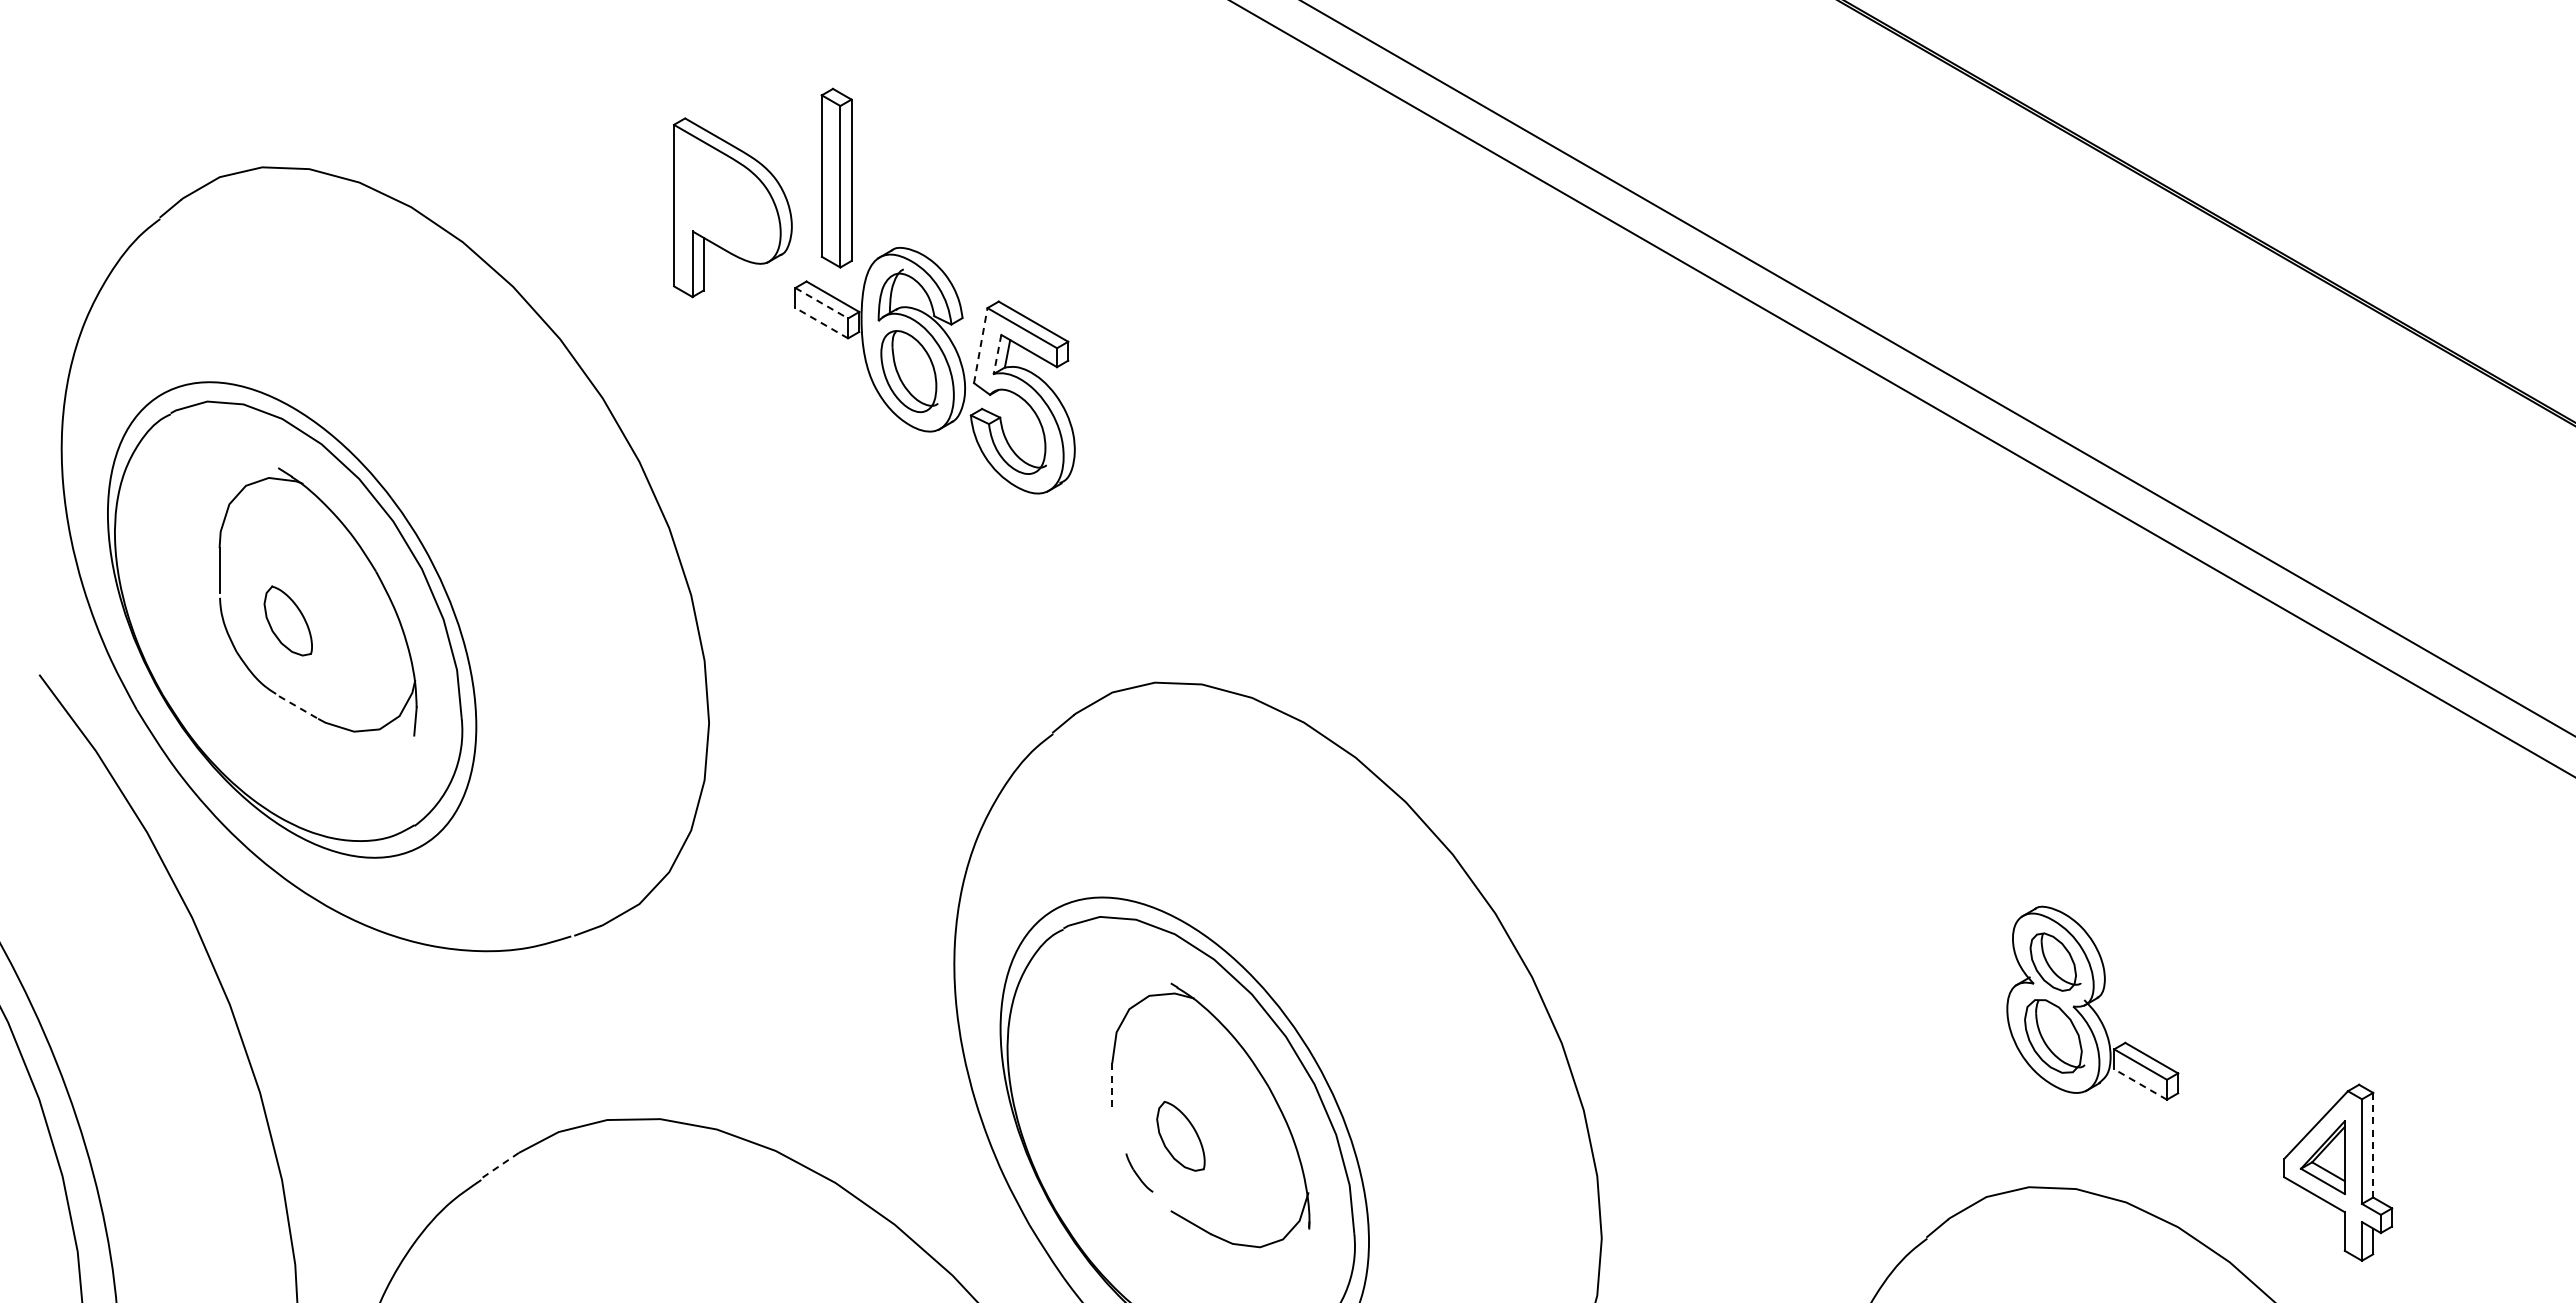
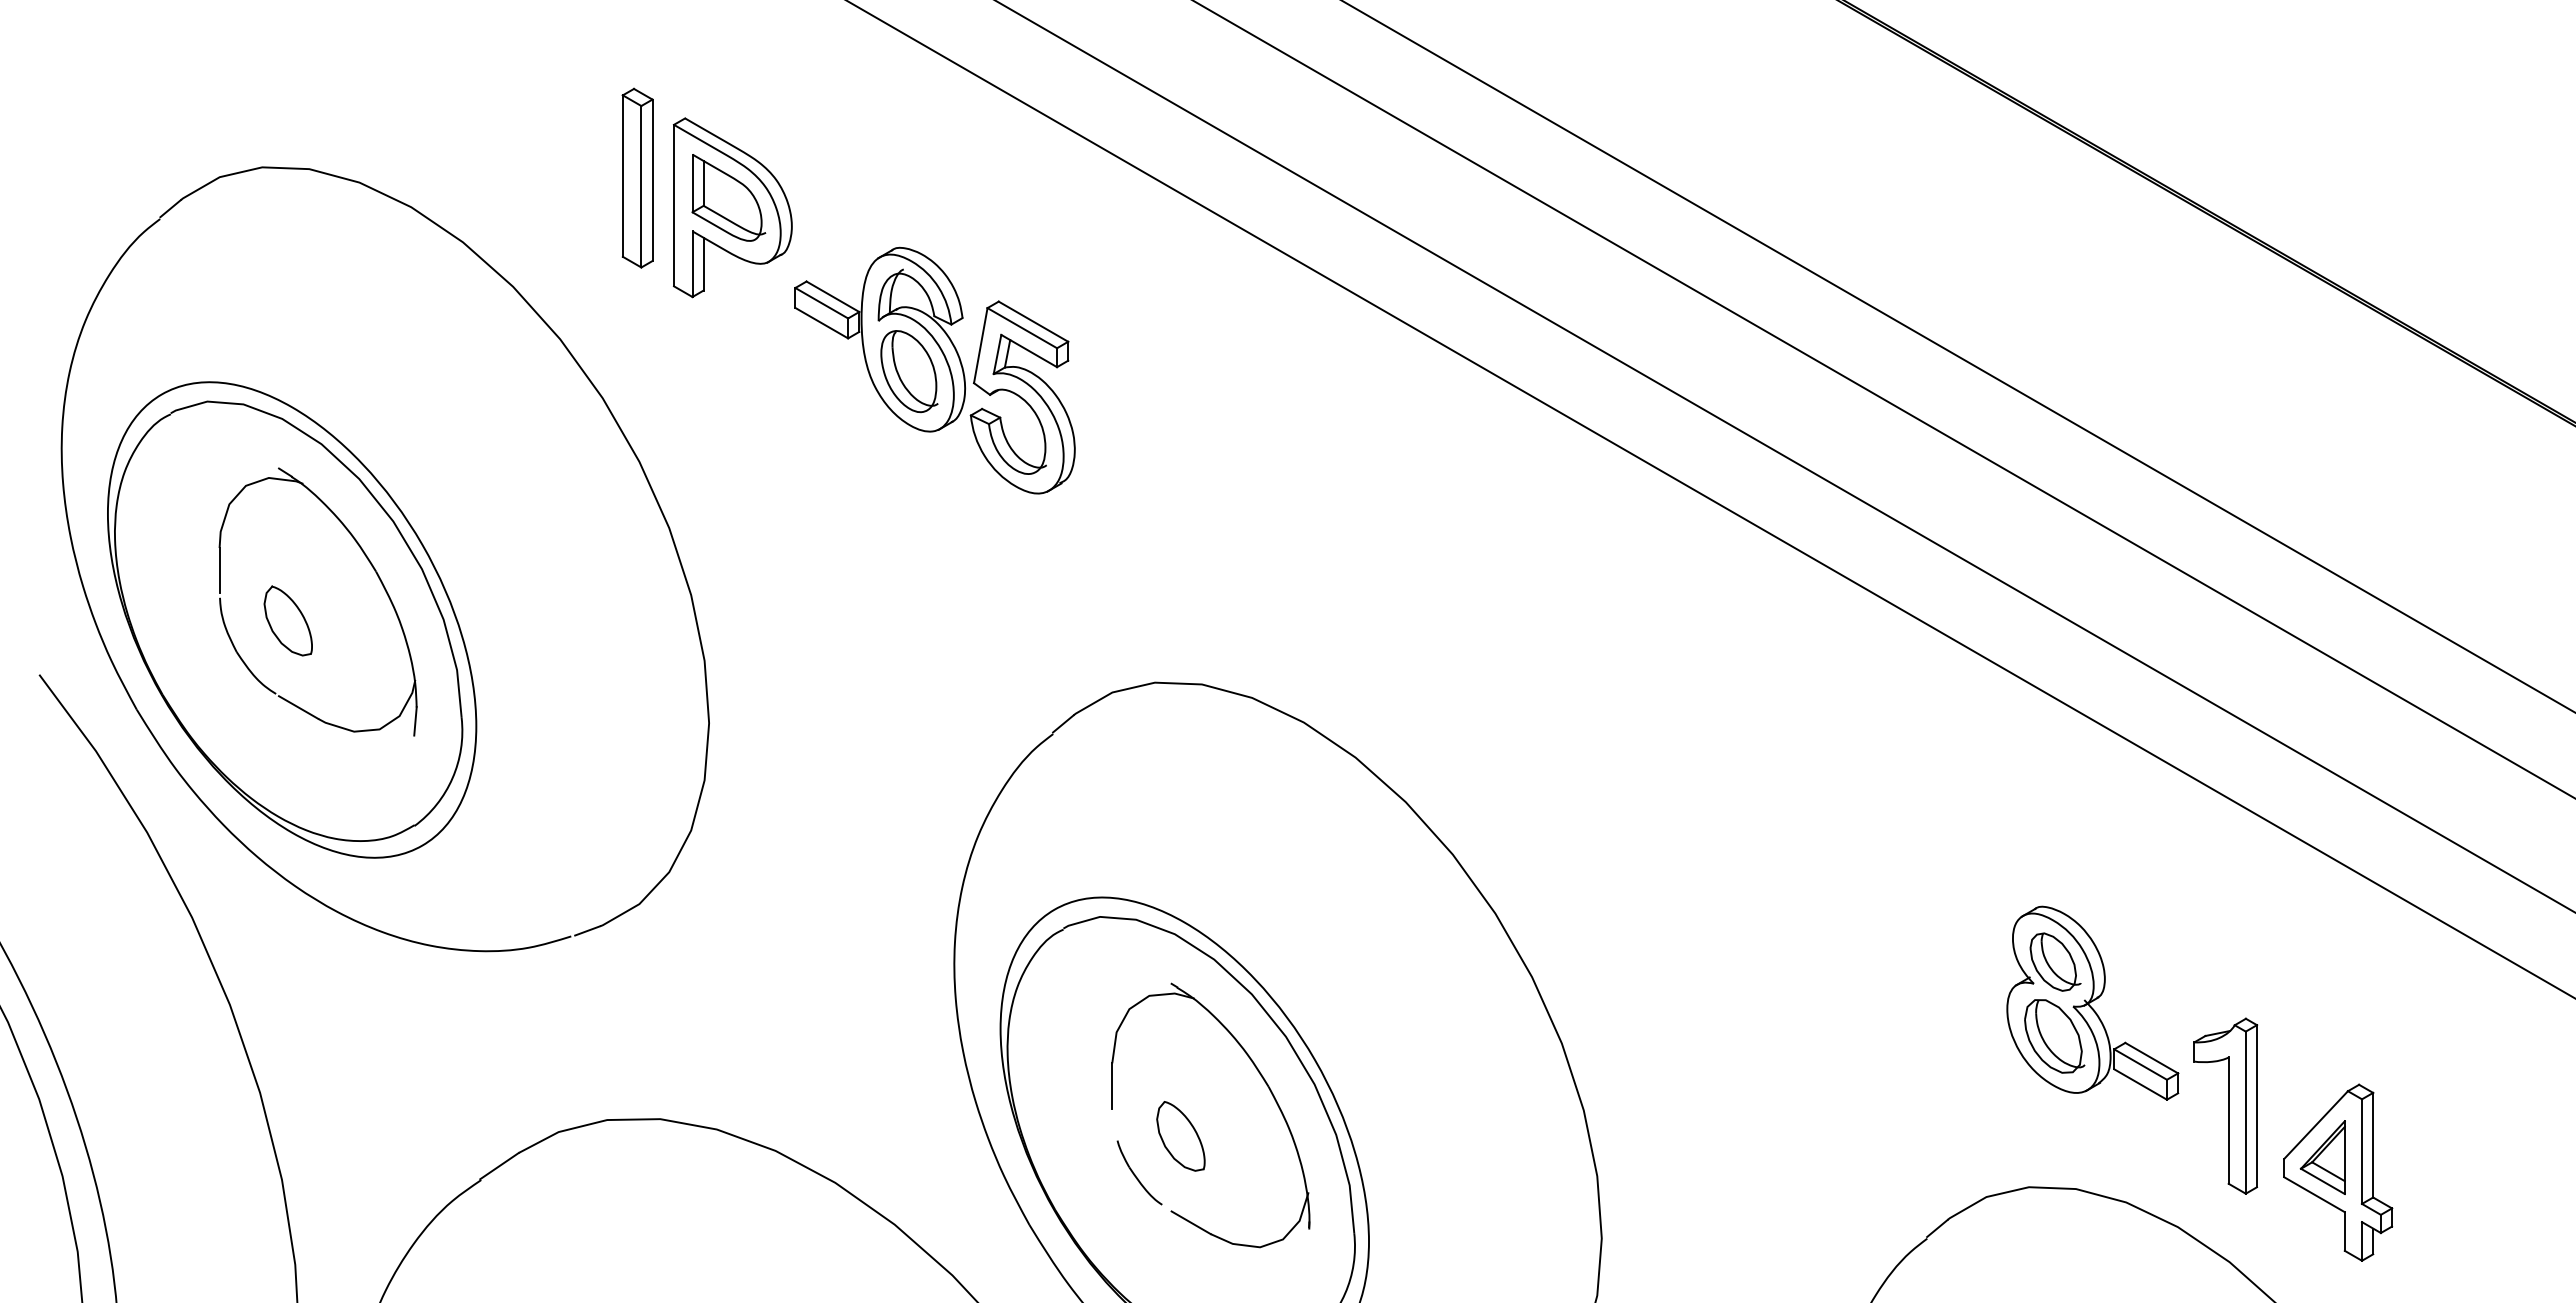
part at (836, 177) position: (836, 177) -> (637, 177)
part at (728, 197): none -> present
line at (822, 303): dashed -> solid
line at (821, 322): dashed -> solid
line at (980, 345): dashed -> solid
line at (997, 354): dashed -> solid
line at (1937, 368) position: (1937, 368) -> (1958, 356)
line at (1902, 388) position: (1902, 388) -> (1883, 399)
line at (1785, 456): none -> present
line at (1710, 499): none -> present
line at (298, 707): dashed -> solid
line at (2140, 1084): dashed -> solid
line at (1112, 1086): dashed -> solid
part at (2225, 1105): none -> present
line at (2373, 1145): dashed -> solid
line at (499, 1166): dashed -> solid
part at (1139, 1172) size: 29x40 px -> 47x66 px
